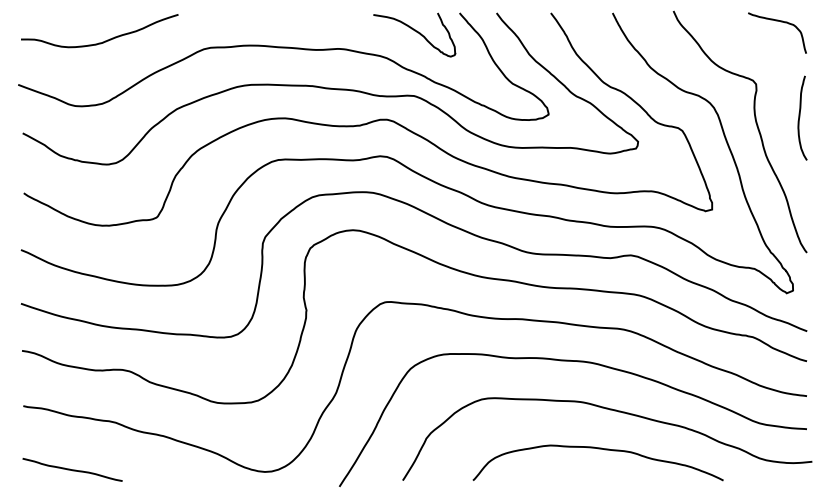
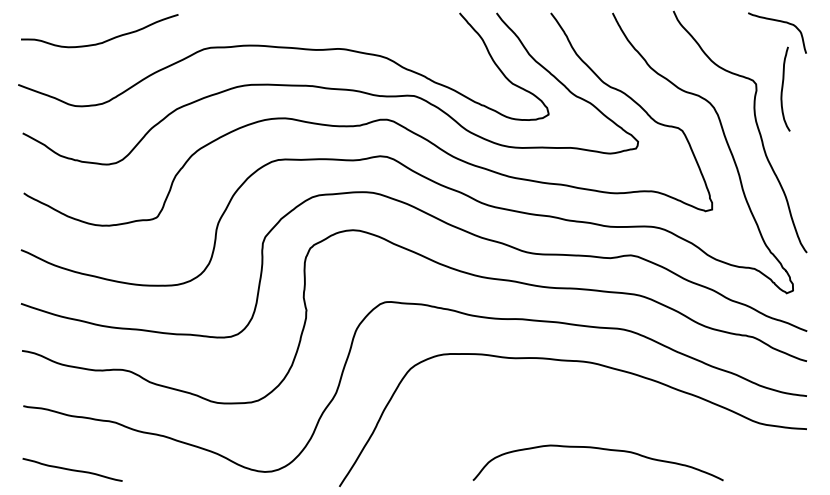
curve at (416, 32): present -> none
curve at (800, 117) position: (800, 117) -> (783, 88)
curve at (614, 411): present -> none
